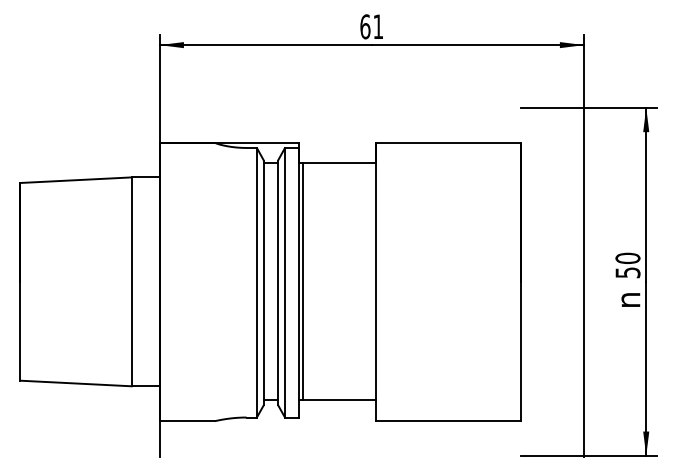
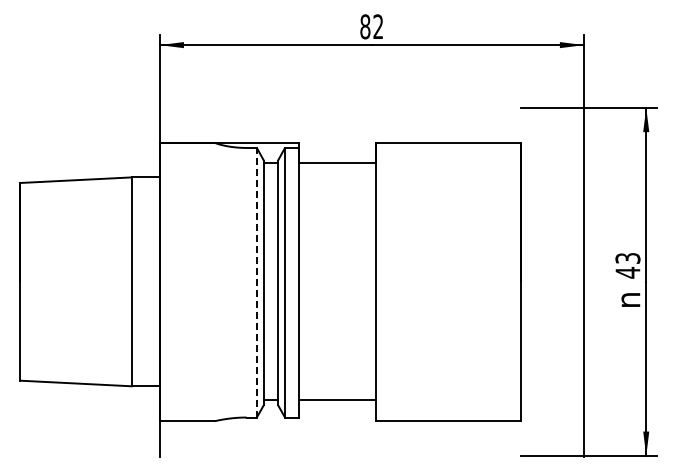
text at (371, 26): 61 -> 82
text at (627, 265): 50 -> 43
line at (302, 281): present -> none
line at (256, 282): solid -> dashed
